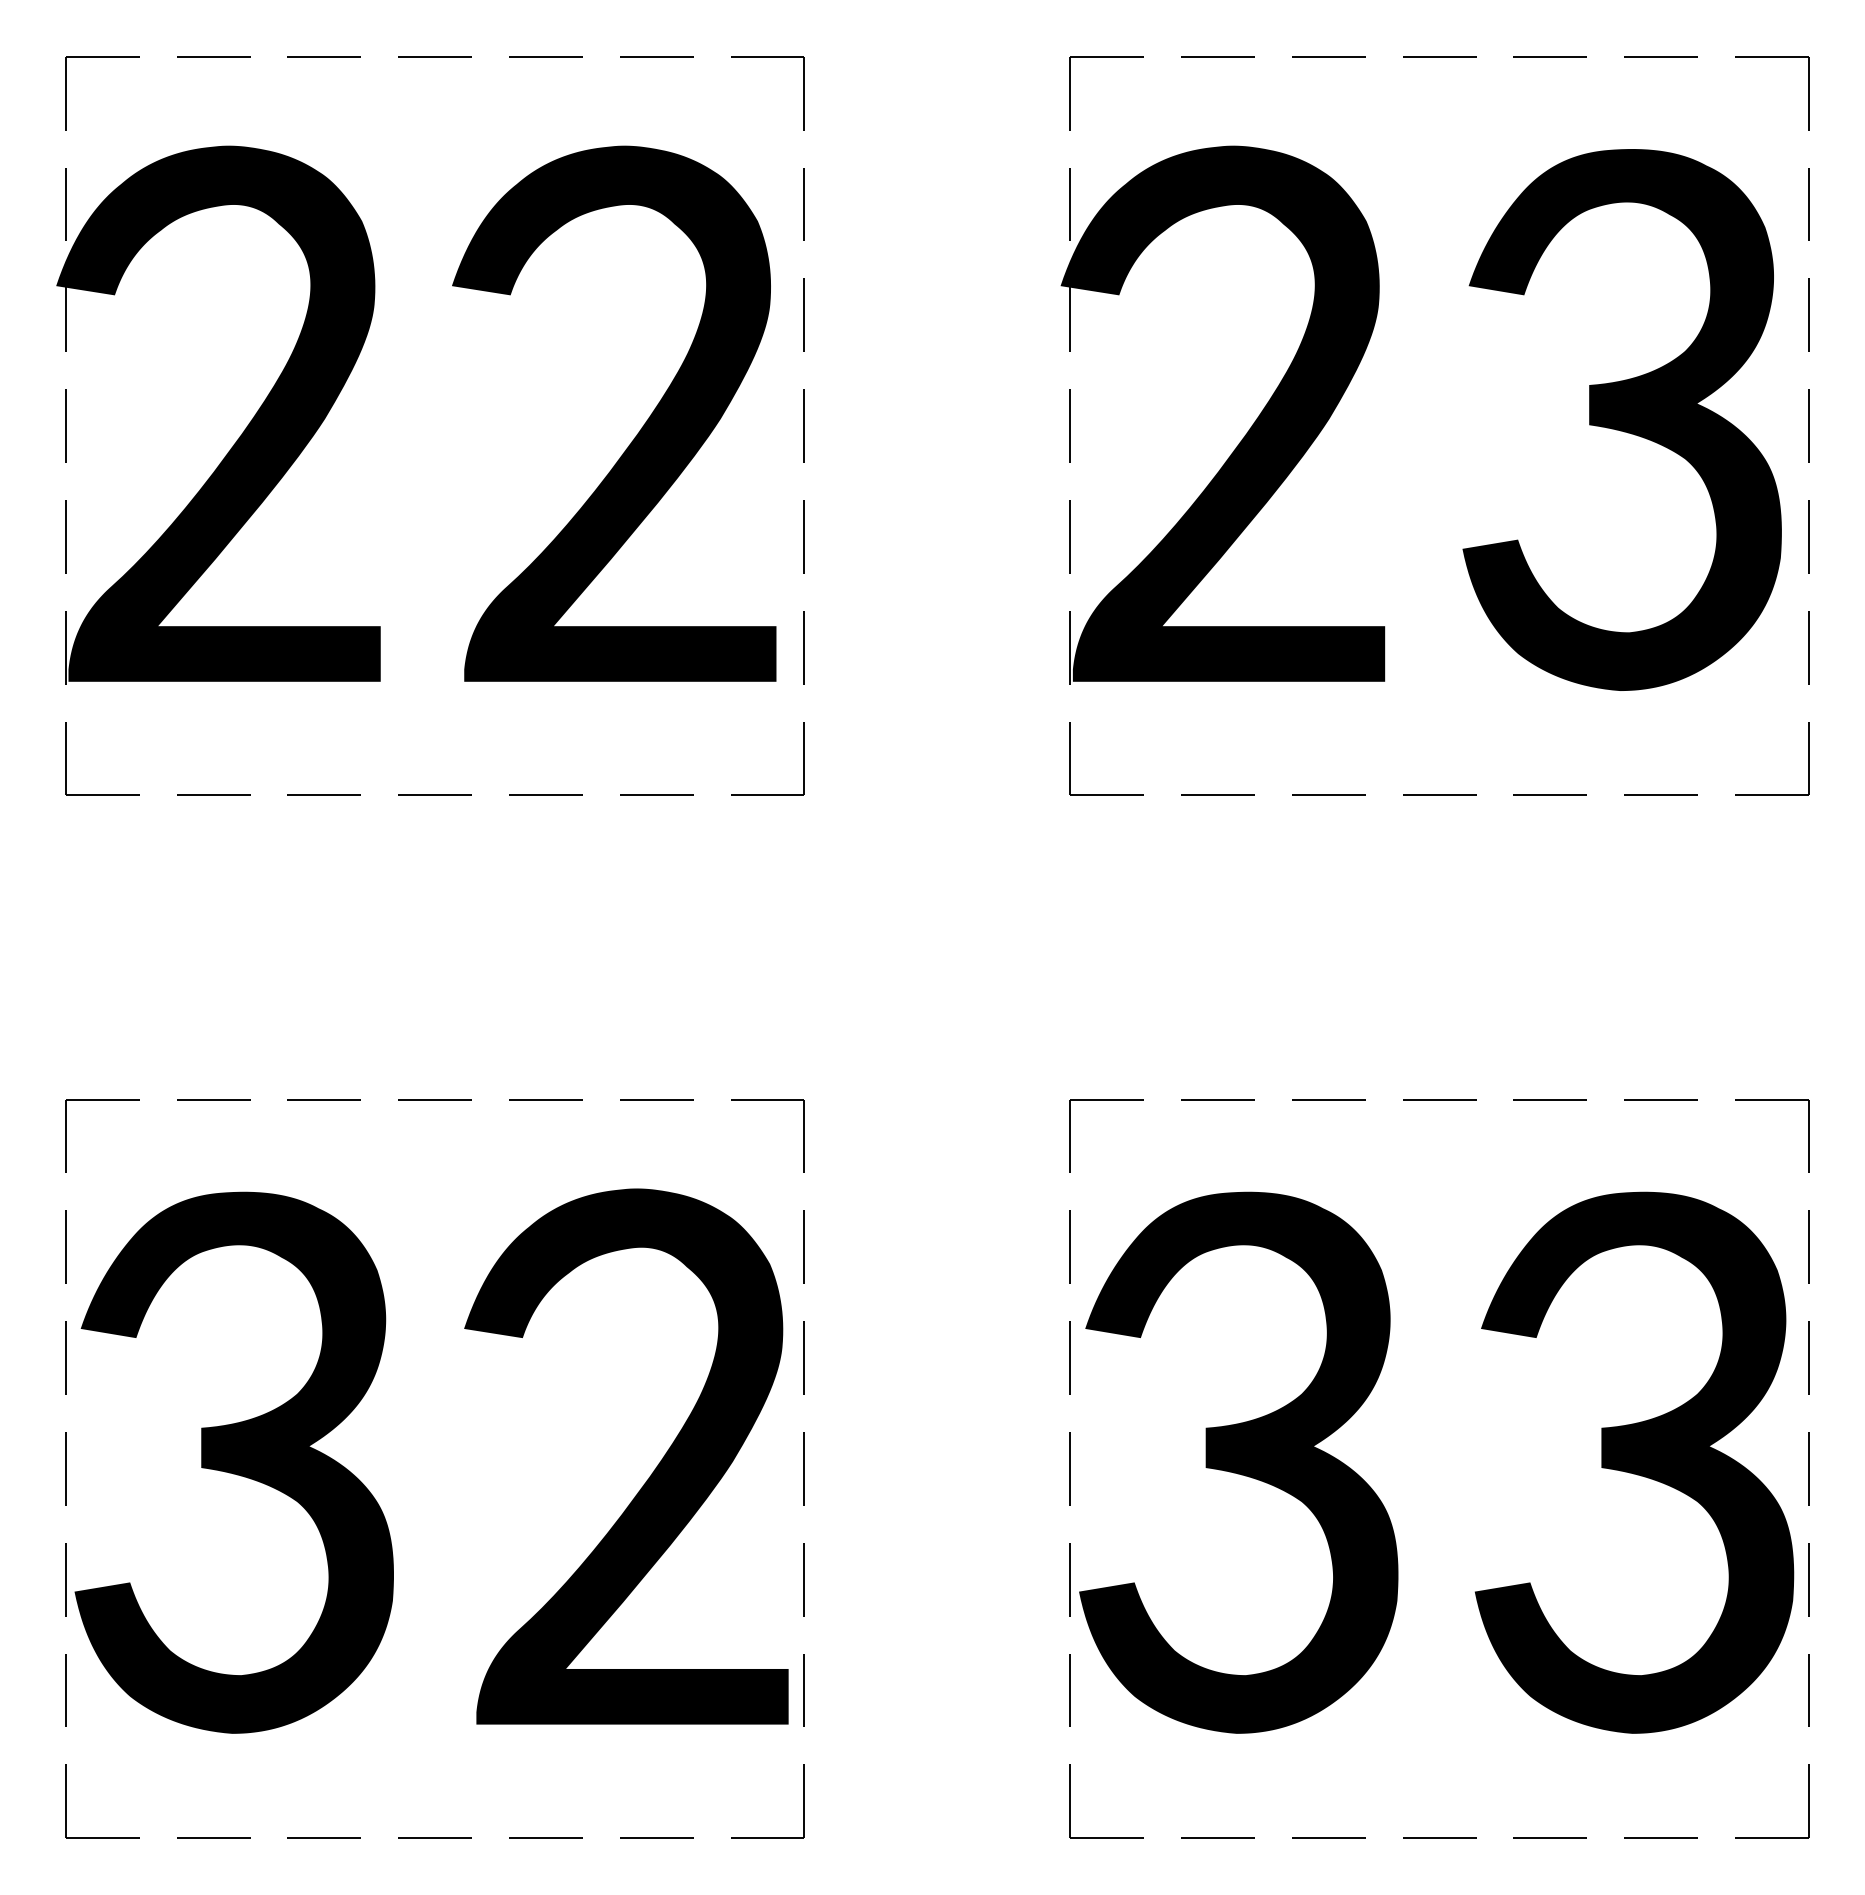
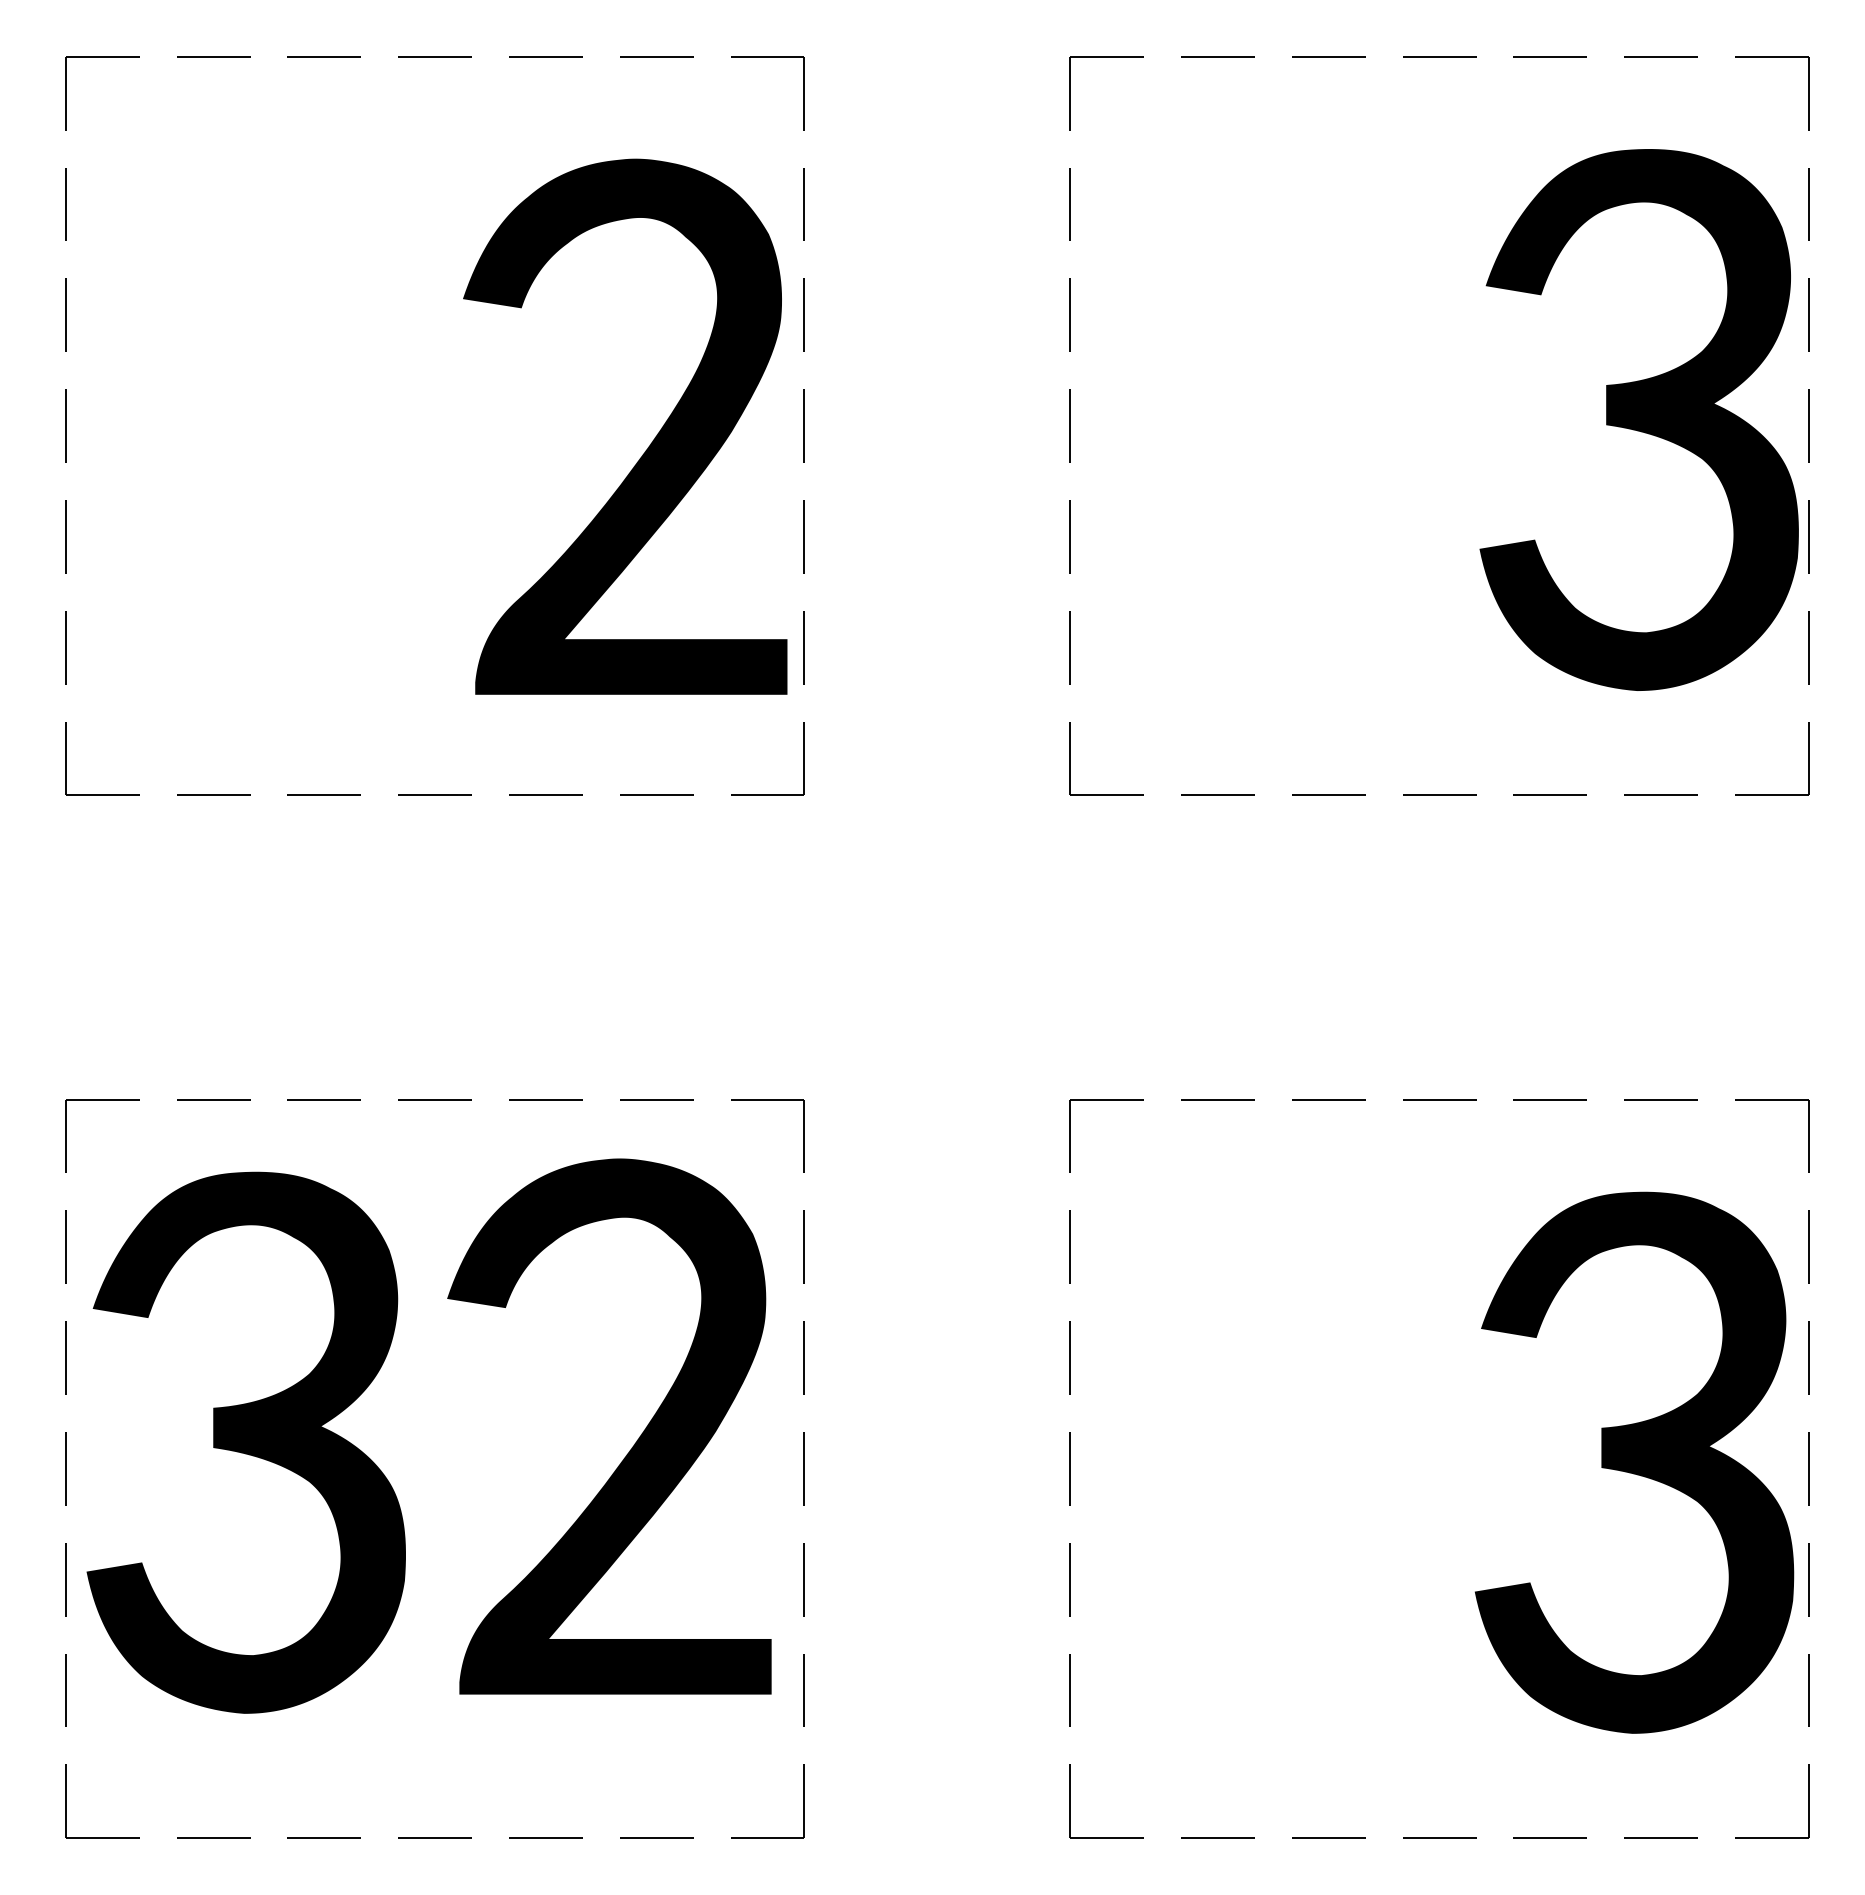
fill at (218, 413): present -> none
fill at (1222, 413): present -> none
part at (1621, 419) position: (1621, 419) -> (1638, 419)
part at (639, 430) position: (639, 430) -> (650, 443)
part at (233, 1462) position: (233, 1462) -> (245, 1442)
fill at (1238, 1462): present -> none
part at (651, 1473) position: (651, 1473) -> (634, 1443)
